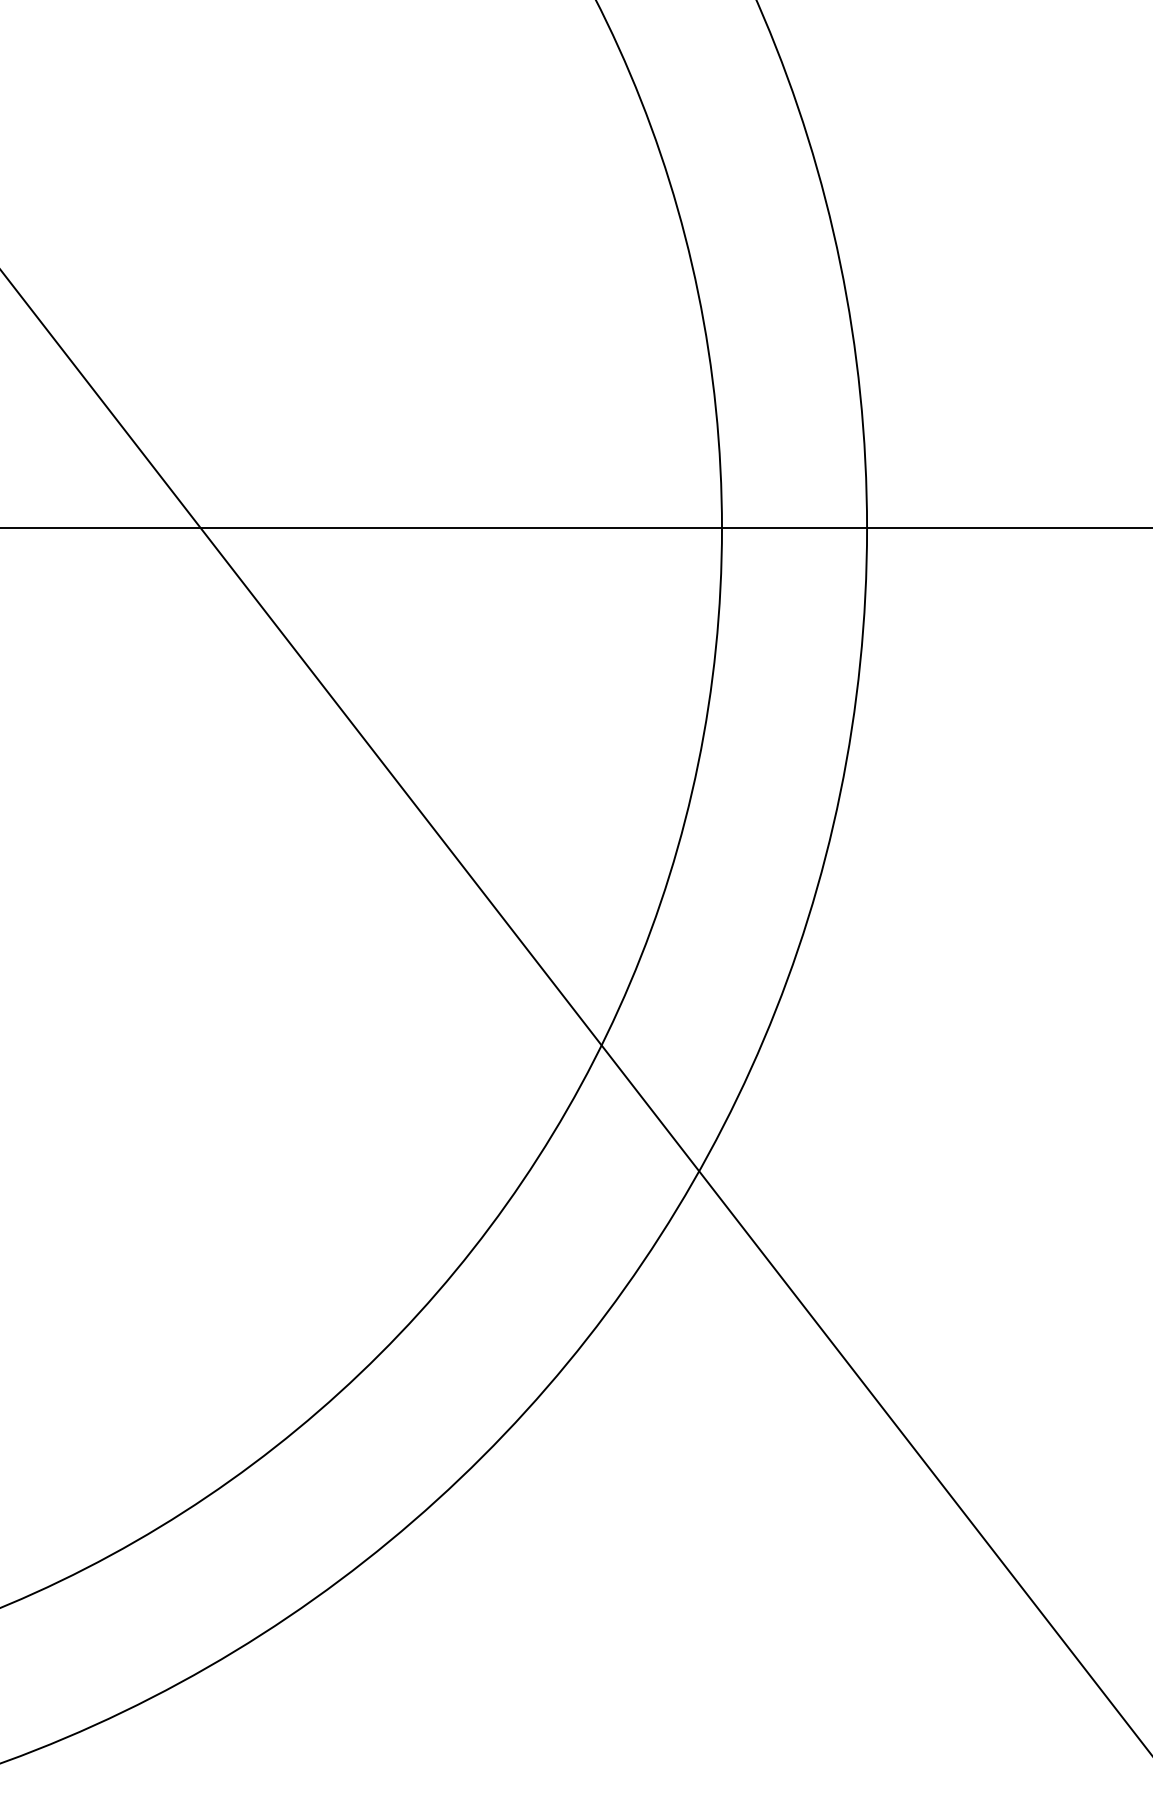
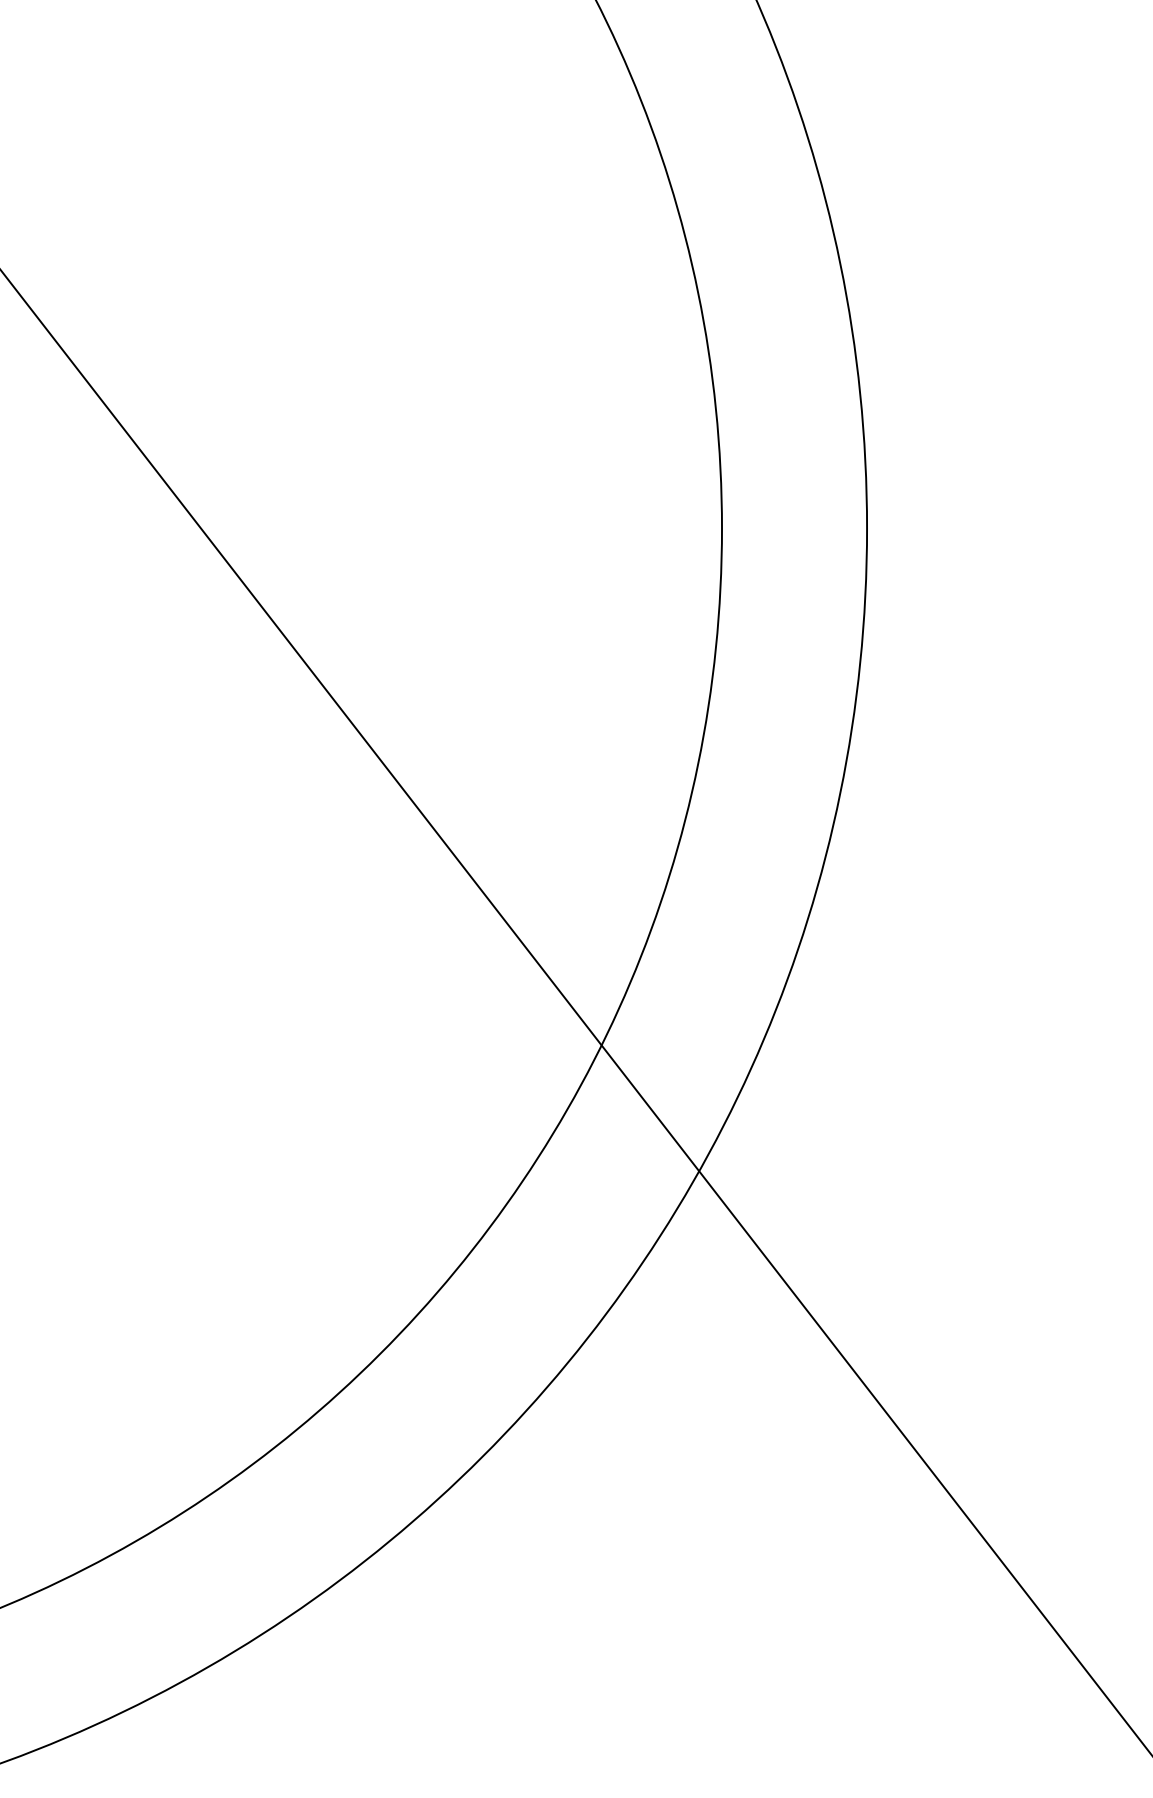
line at (575, 528): present -> none
